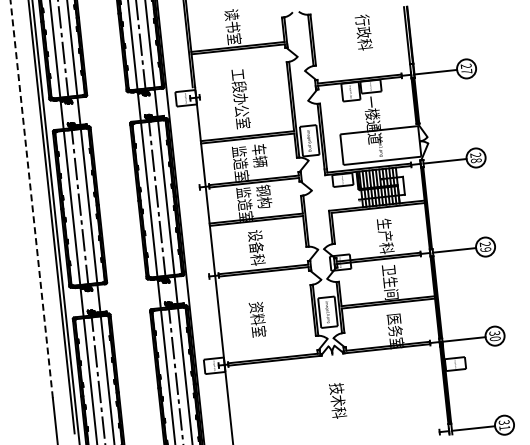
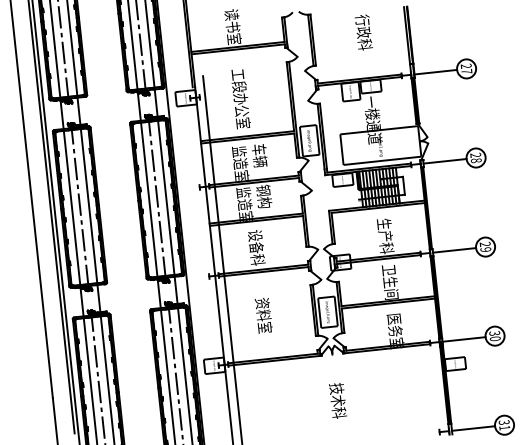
line at (31, 199): dashed -> solid
line at (222, 258): none -> present
text at (257, 319) position: (257, 319) -> (263, 315)
